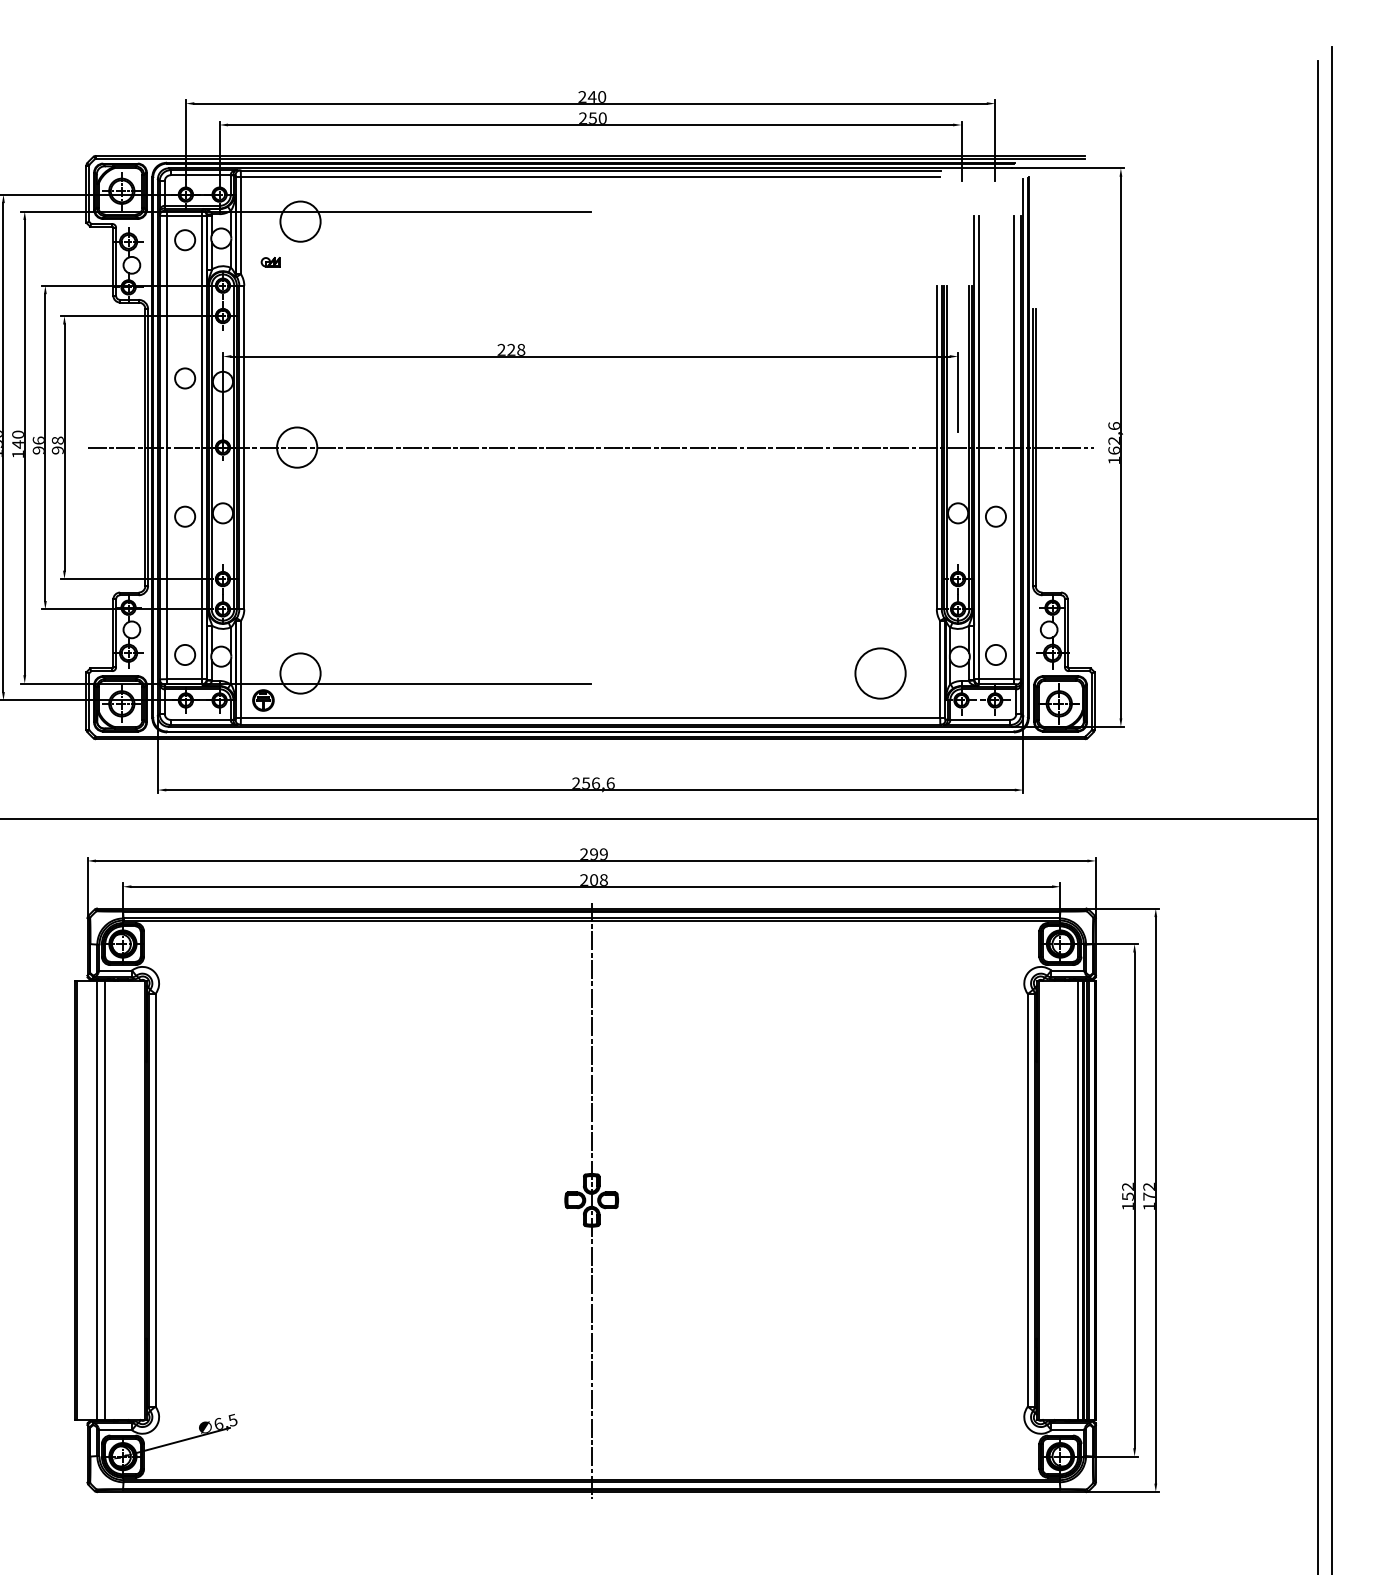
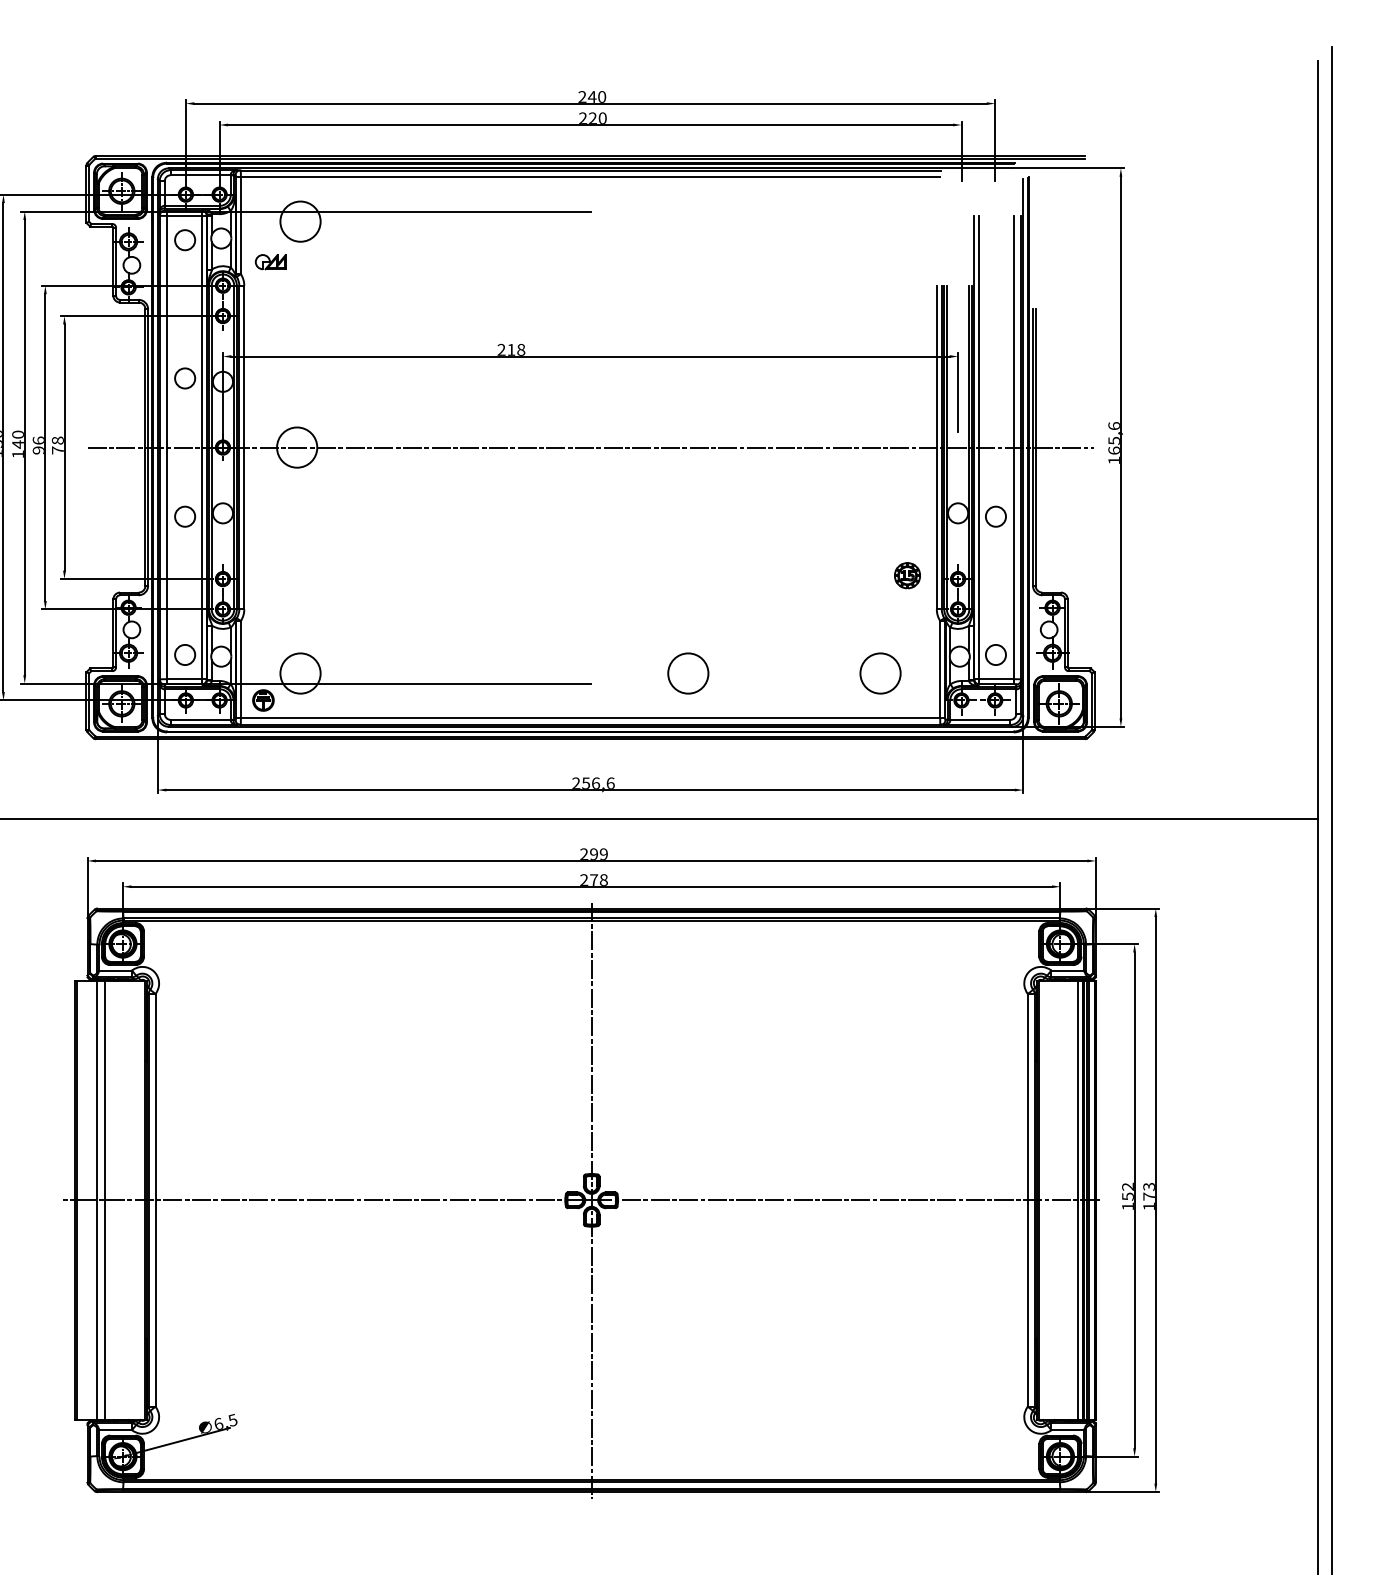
text at (592, 117): 250 -> 220
part at (270, 262) size: 21x11 px -> 33x17 px
text at (511, 349): 228 -> 218
text at (1113, 440): 162,6 -> 165,6
text at (57, 450): 98 -> 78
part at (907, 575): none -> present
circle at (688, 673): none -> present
circle at (880, 673) size: 53x53 px -> 43x43 px
text at (594, 879): 208 -> 278
text at (1149, 1186): 172 -> 173
line at (581, 1200): none -> present
